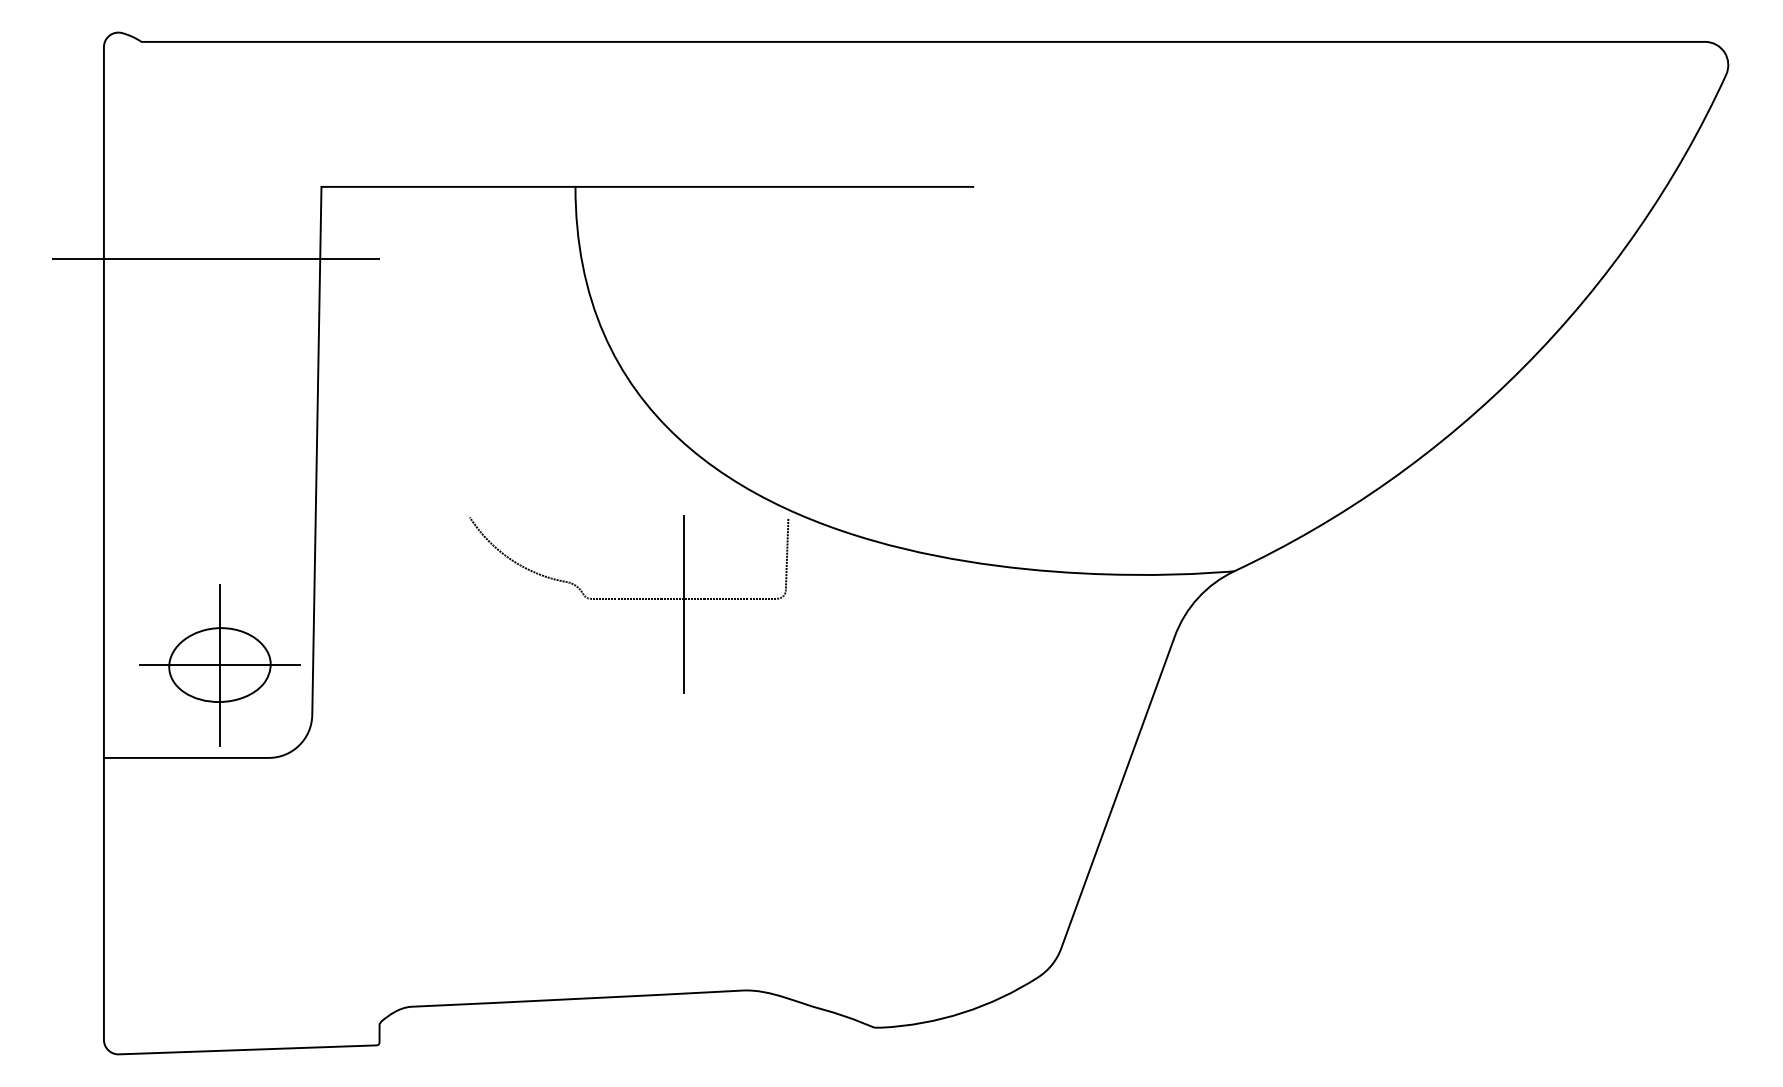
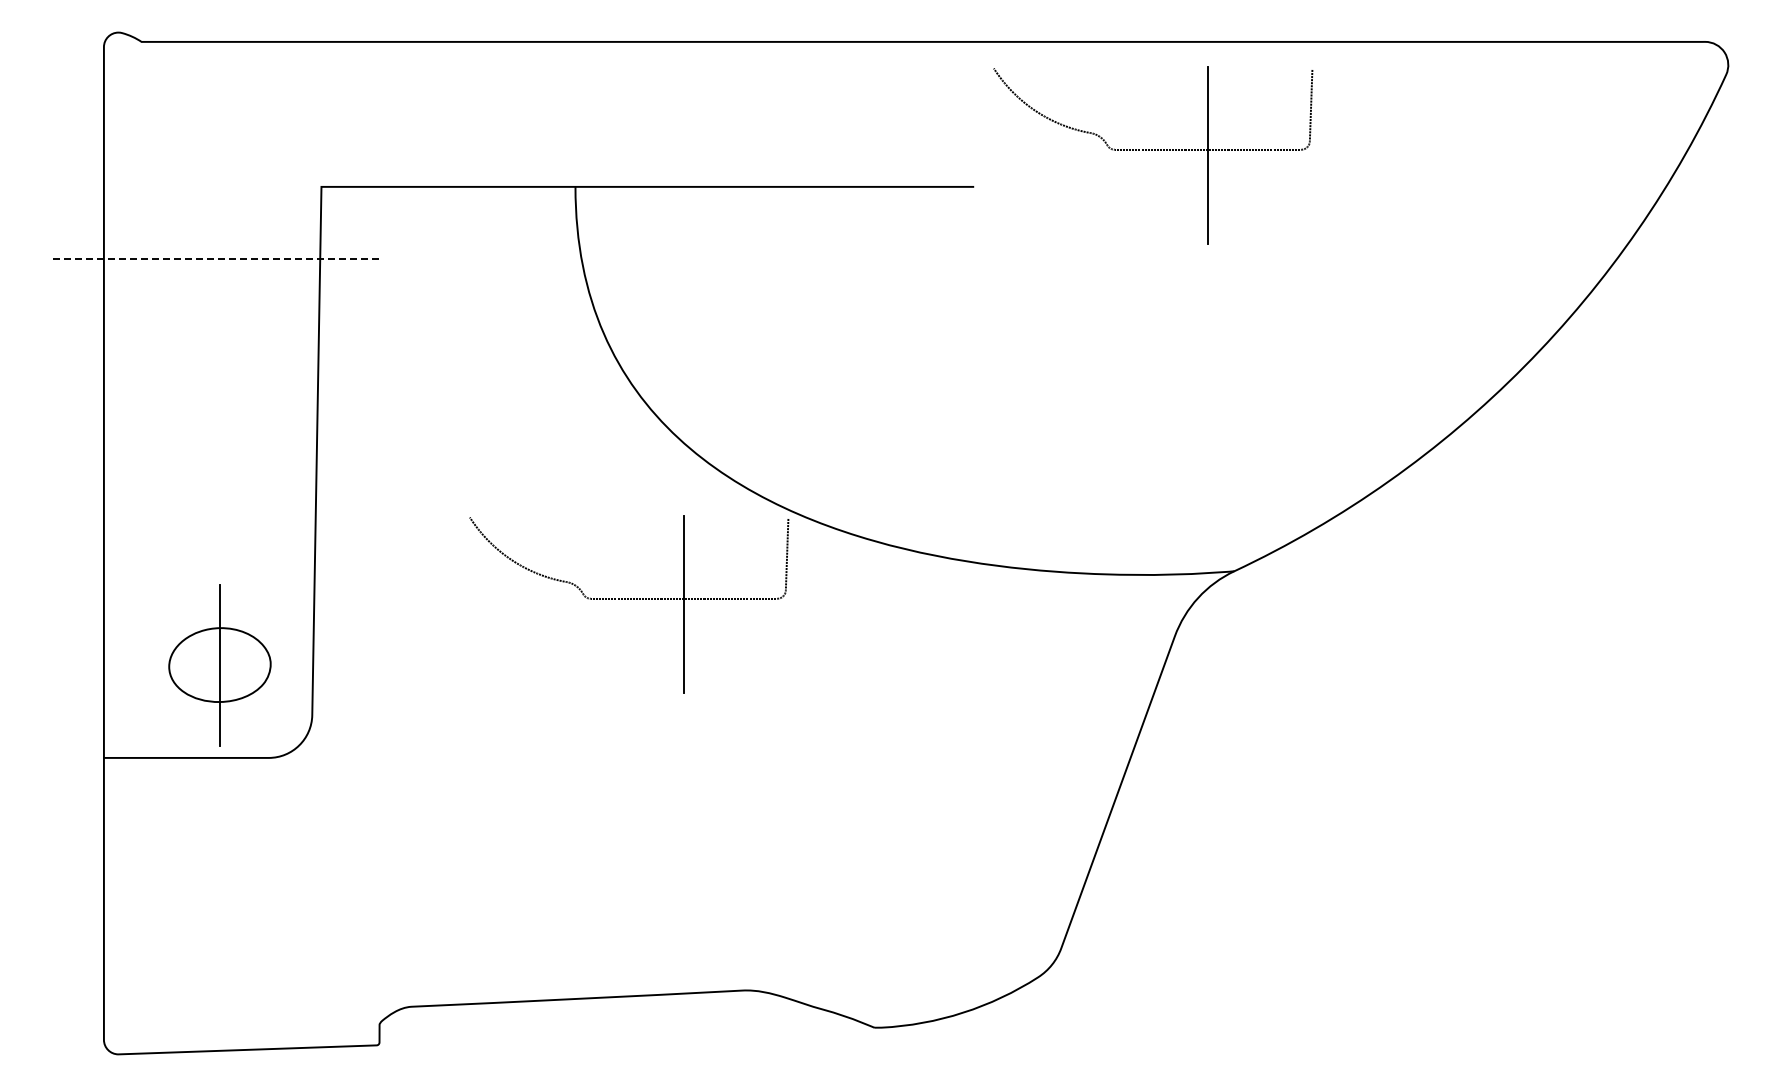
part at (1153, 155): none -> present
line at (216, 259): solid -> dashed
line at (219, 665): present -> none
